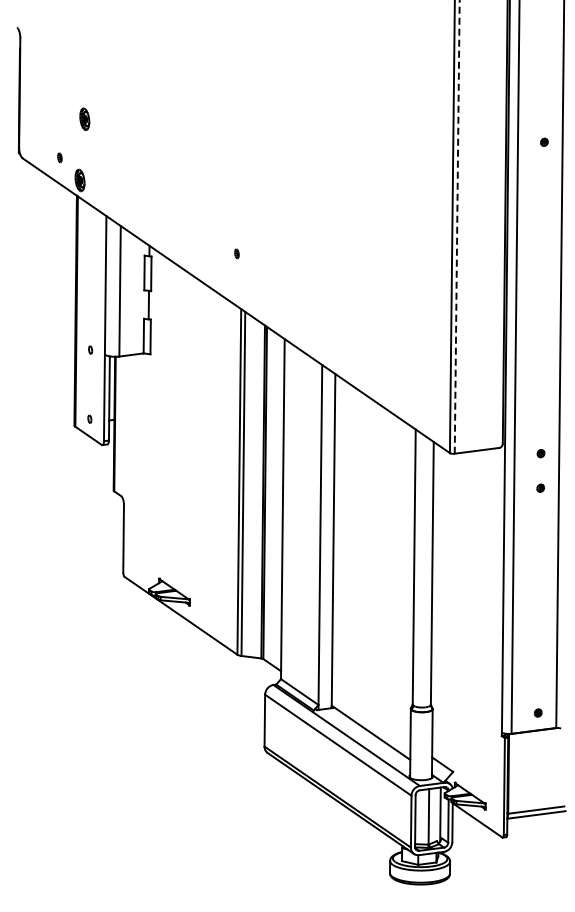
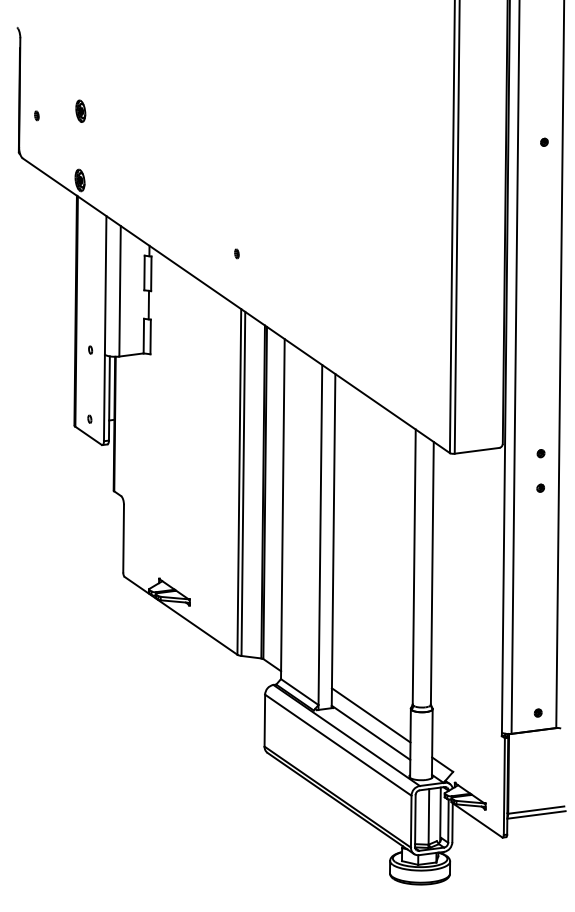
part at (84, 118) position: (84, 118) -> (80, 110)
part at (59, 157) position: (59, 157) -> (36, 115)
line at (457, 226): dashed -> solid
line at (370, 715): none -> present
